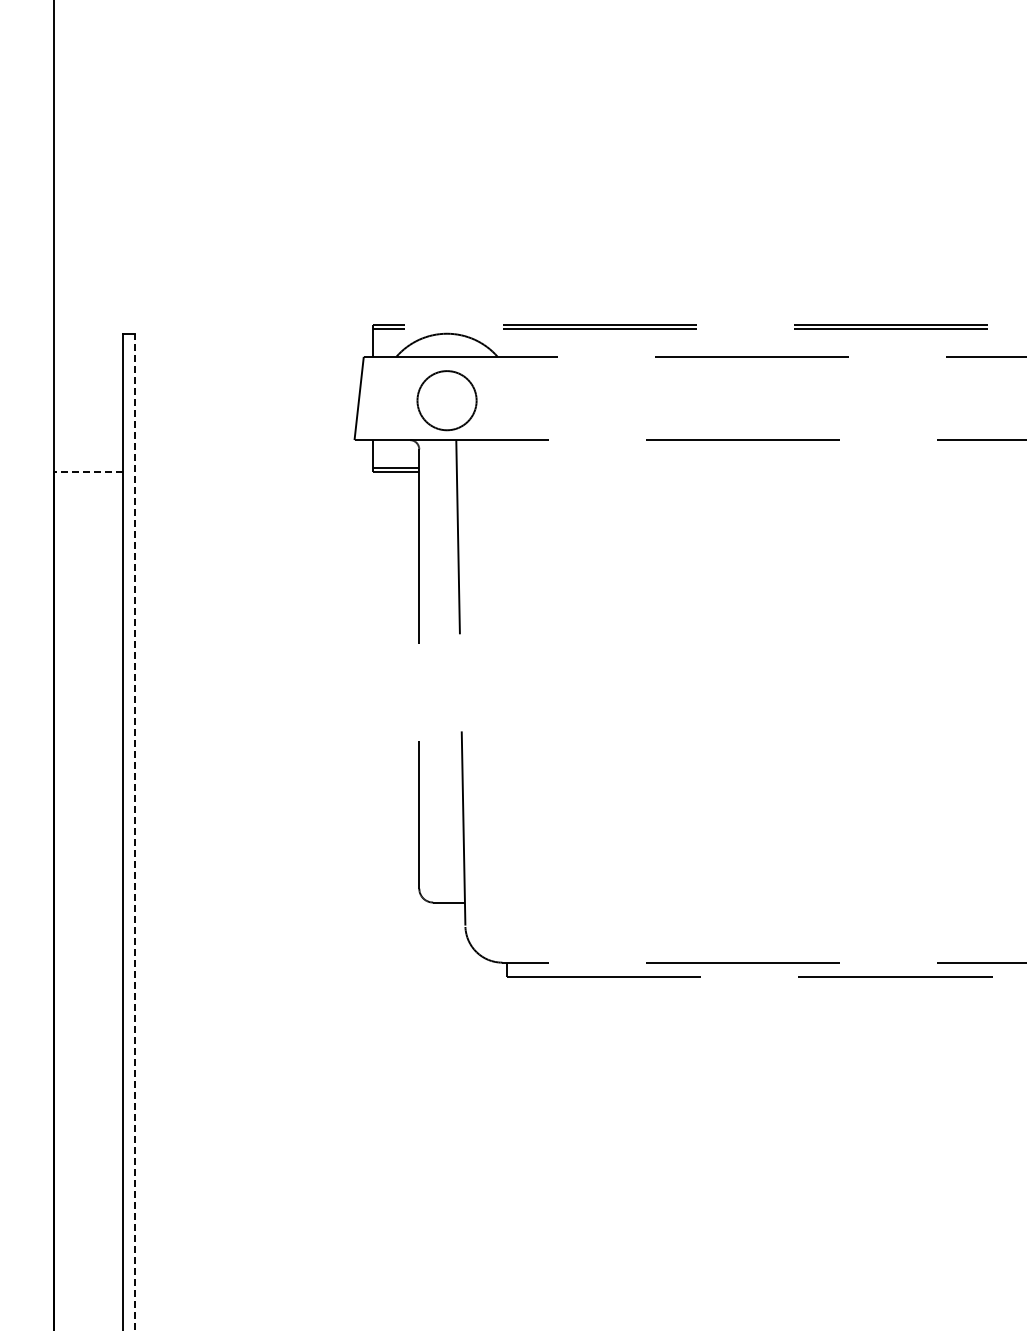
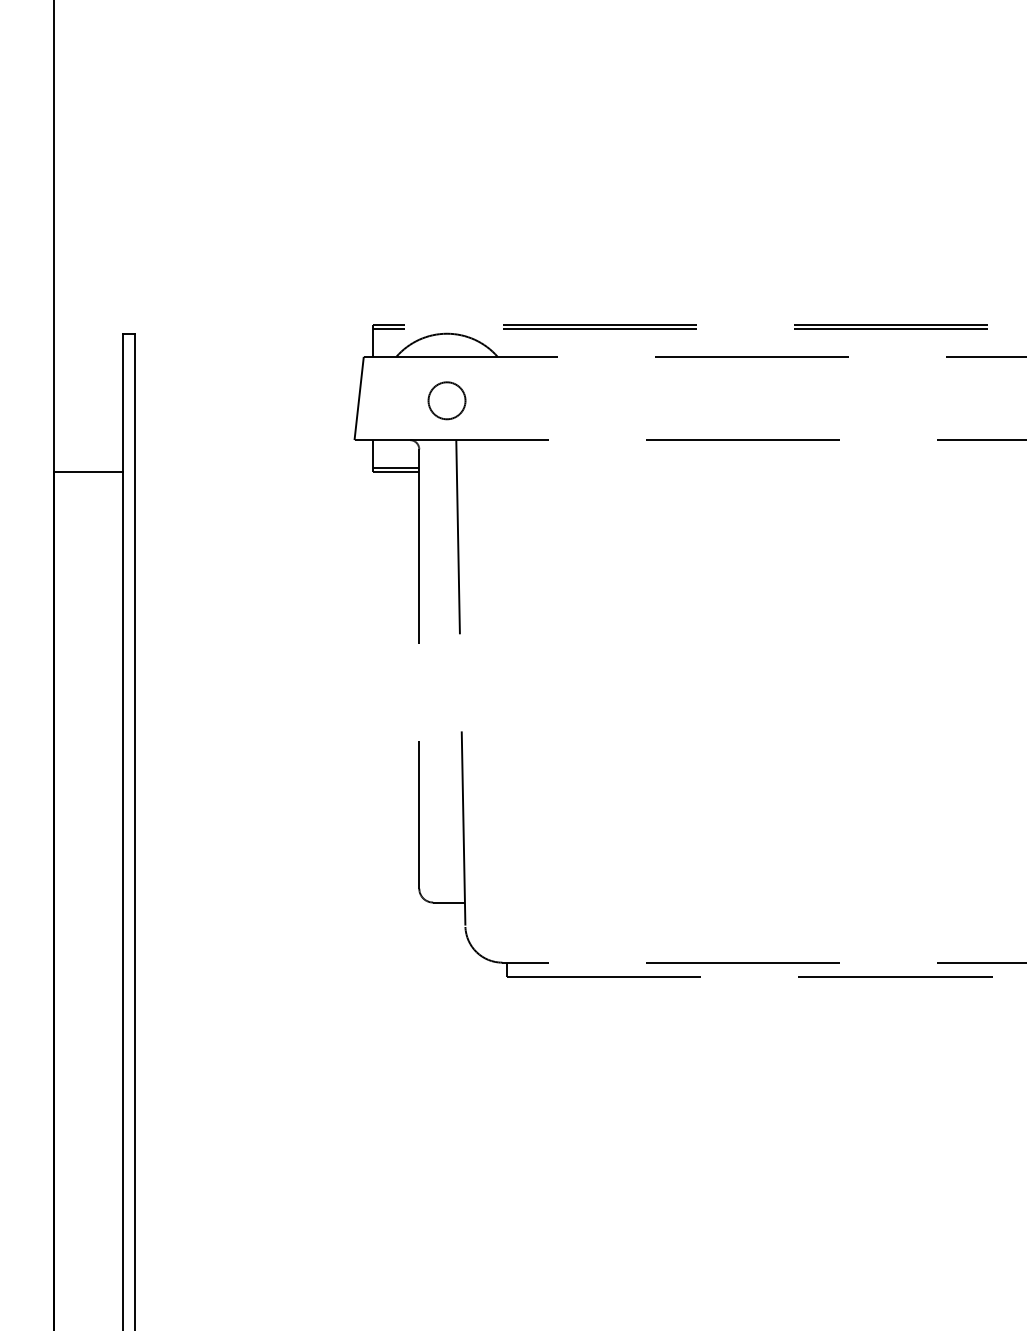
circle at (446, 400) size: 62x62 px -> 40x40 px
line at (88, 472): dashed -> solid
line at (134, 831): dashed -> solid
